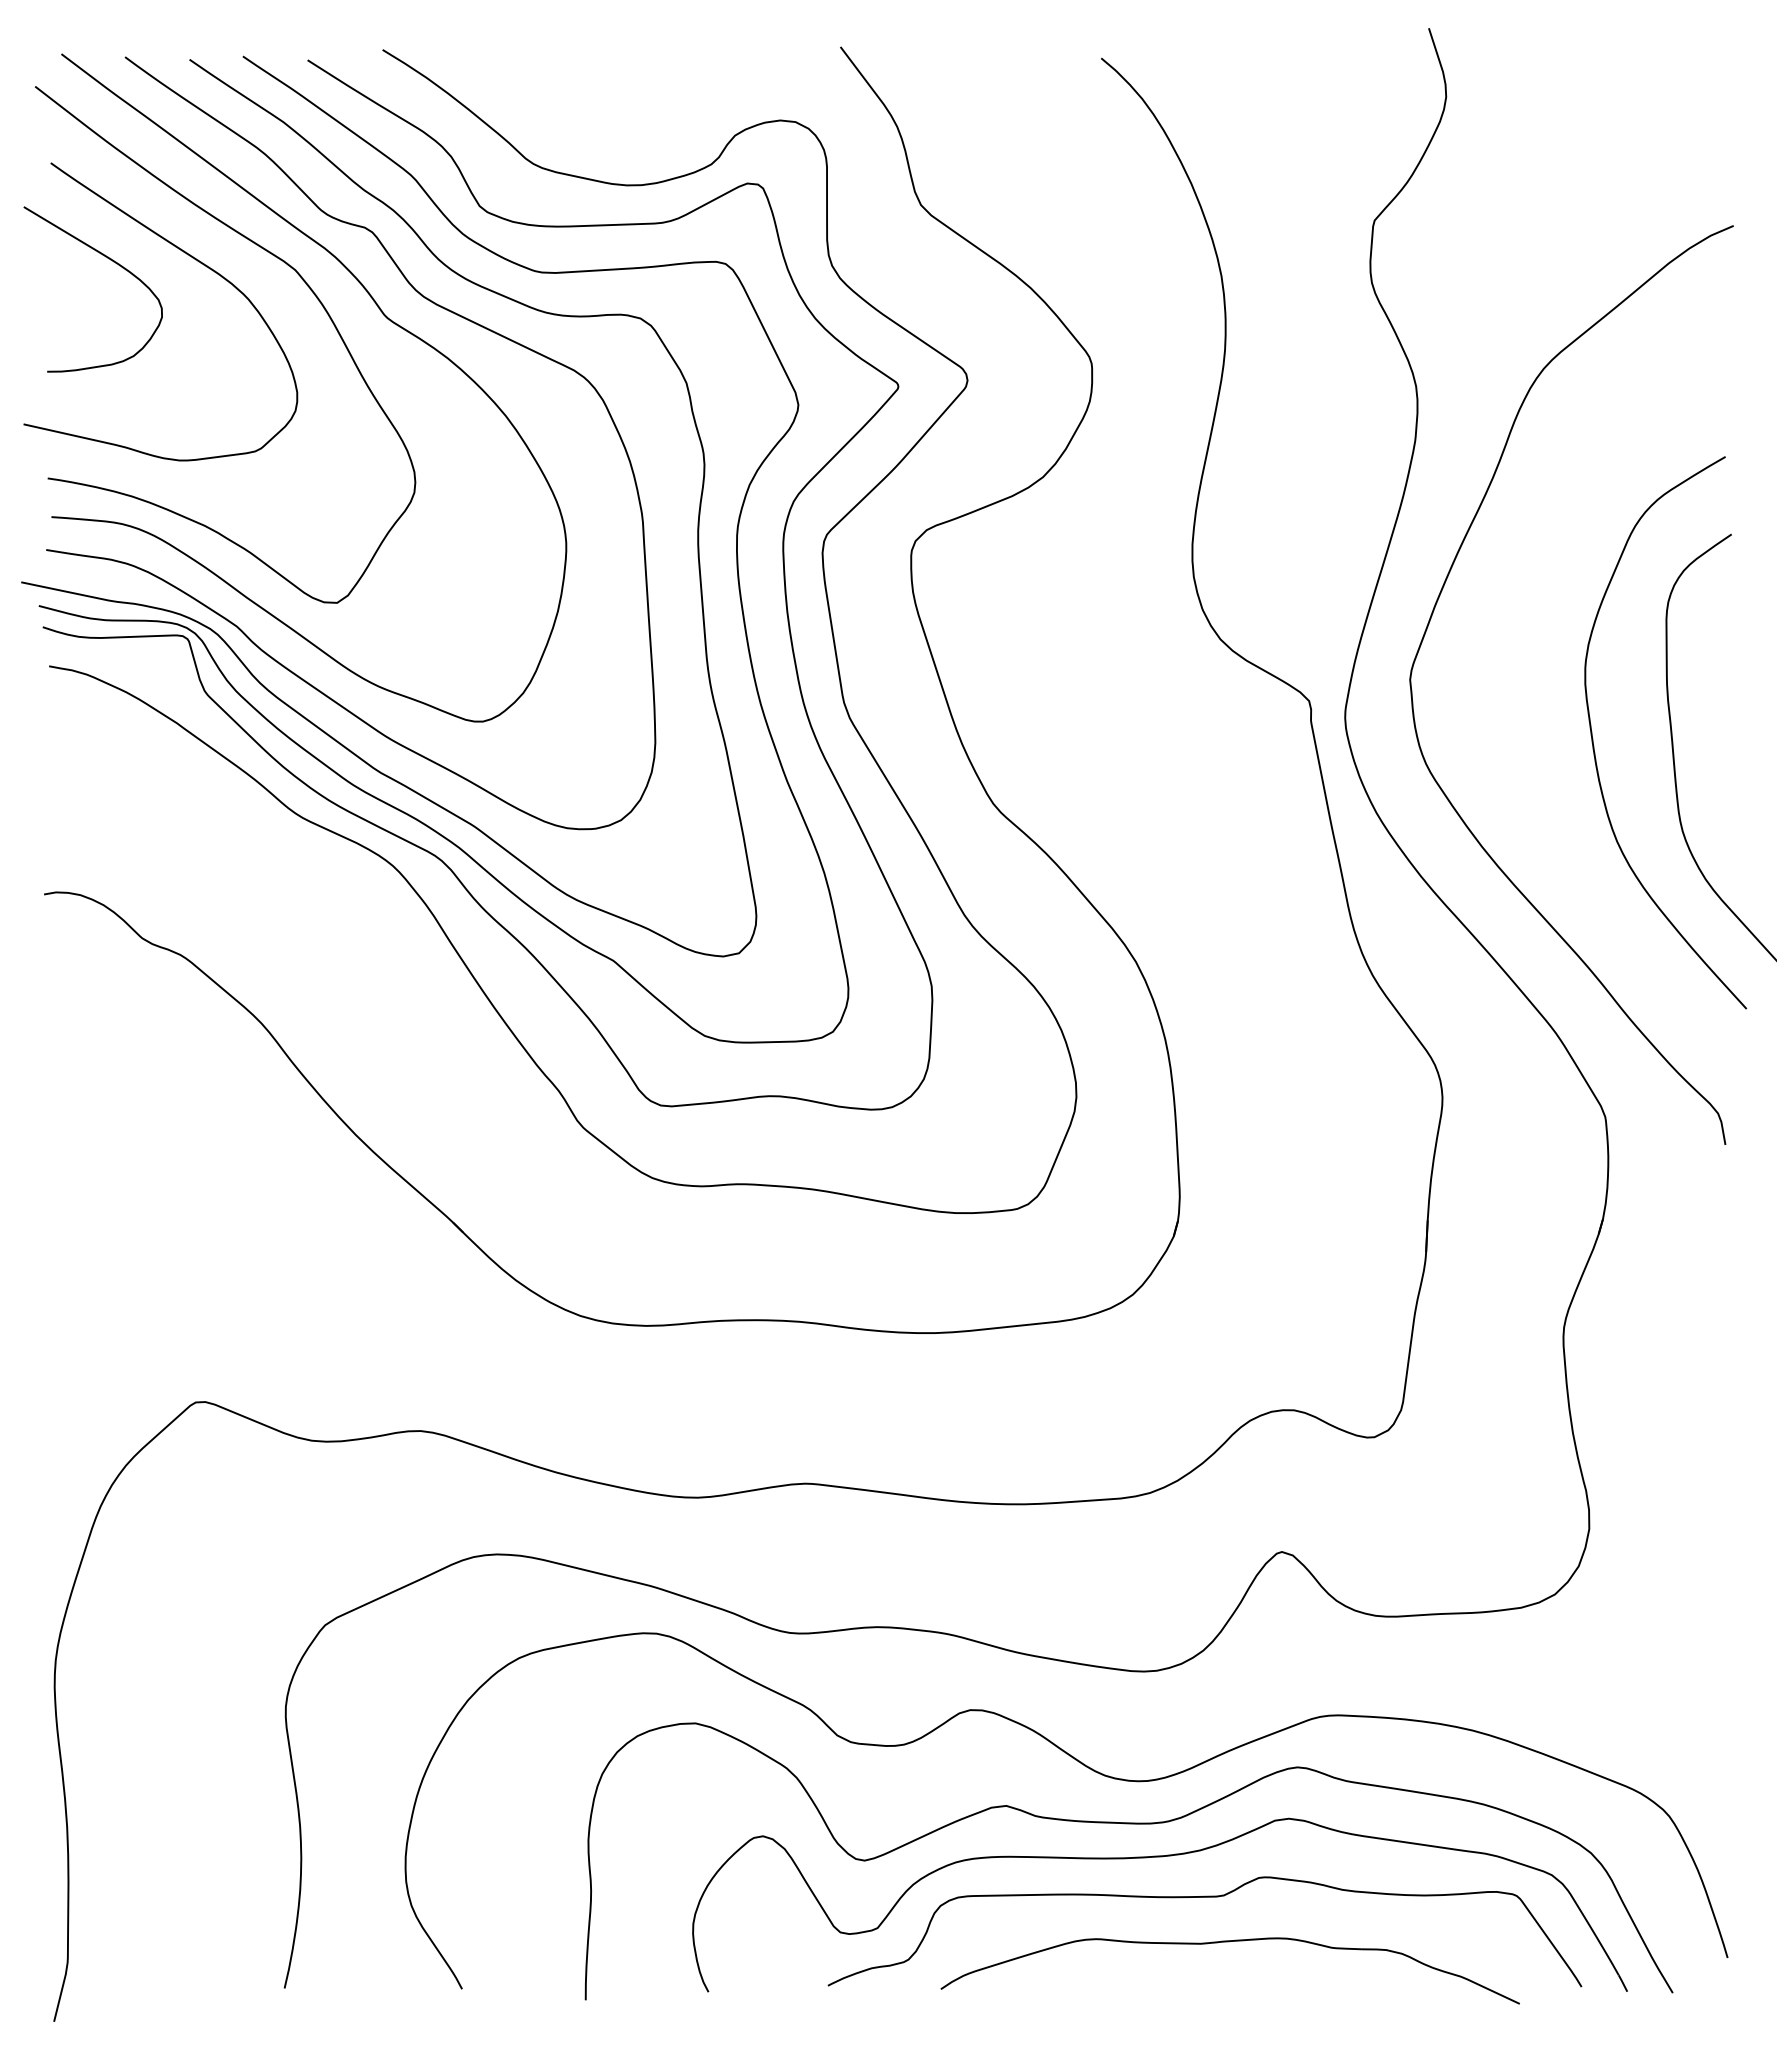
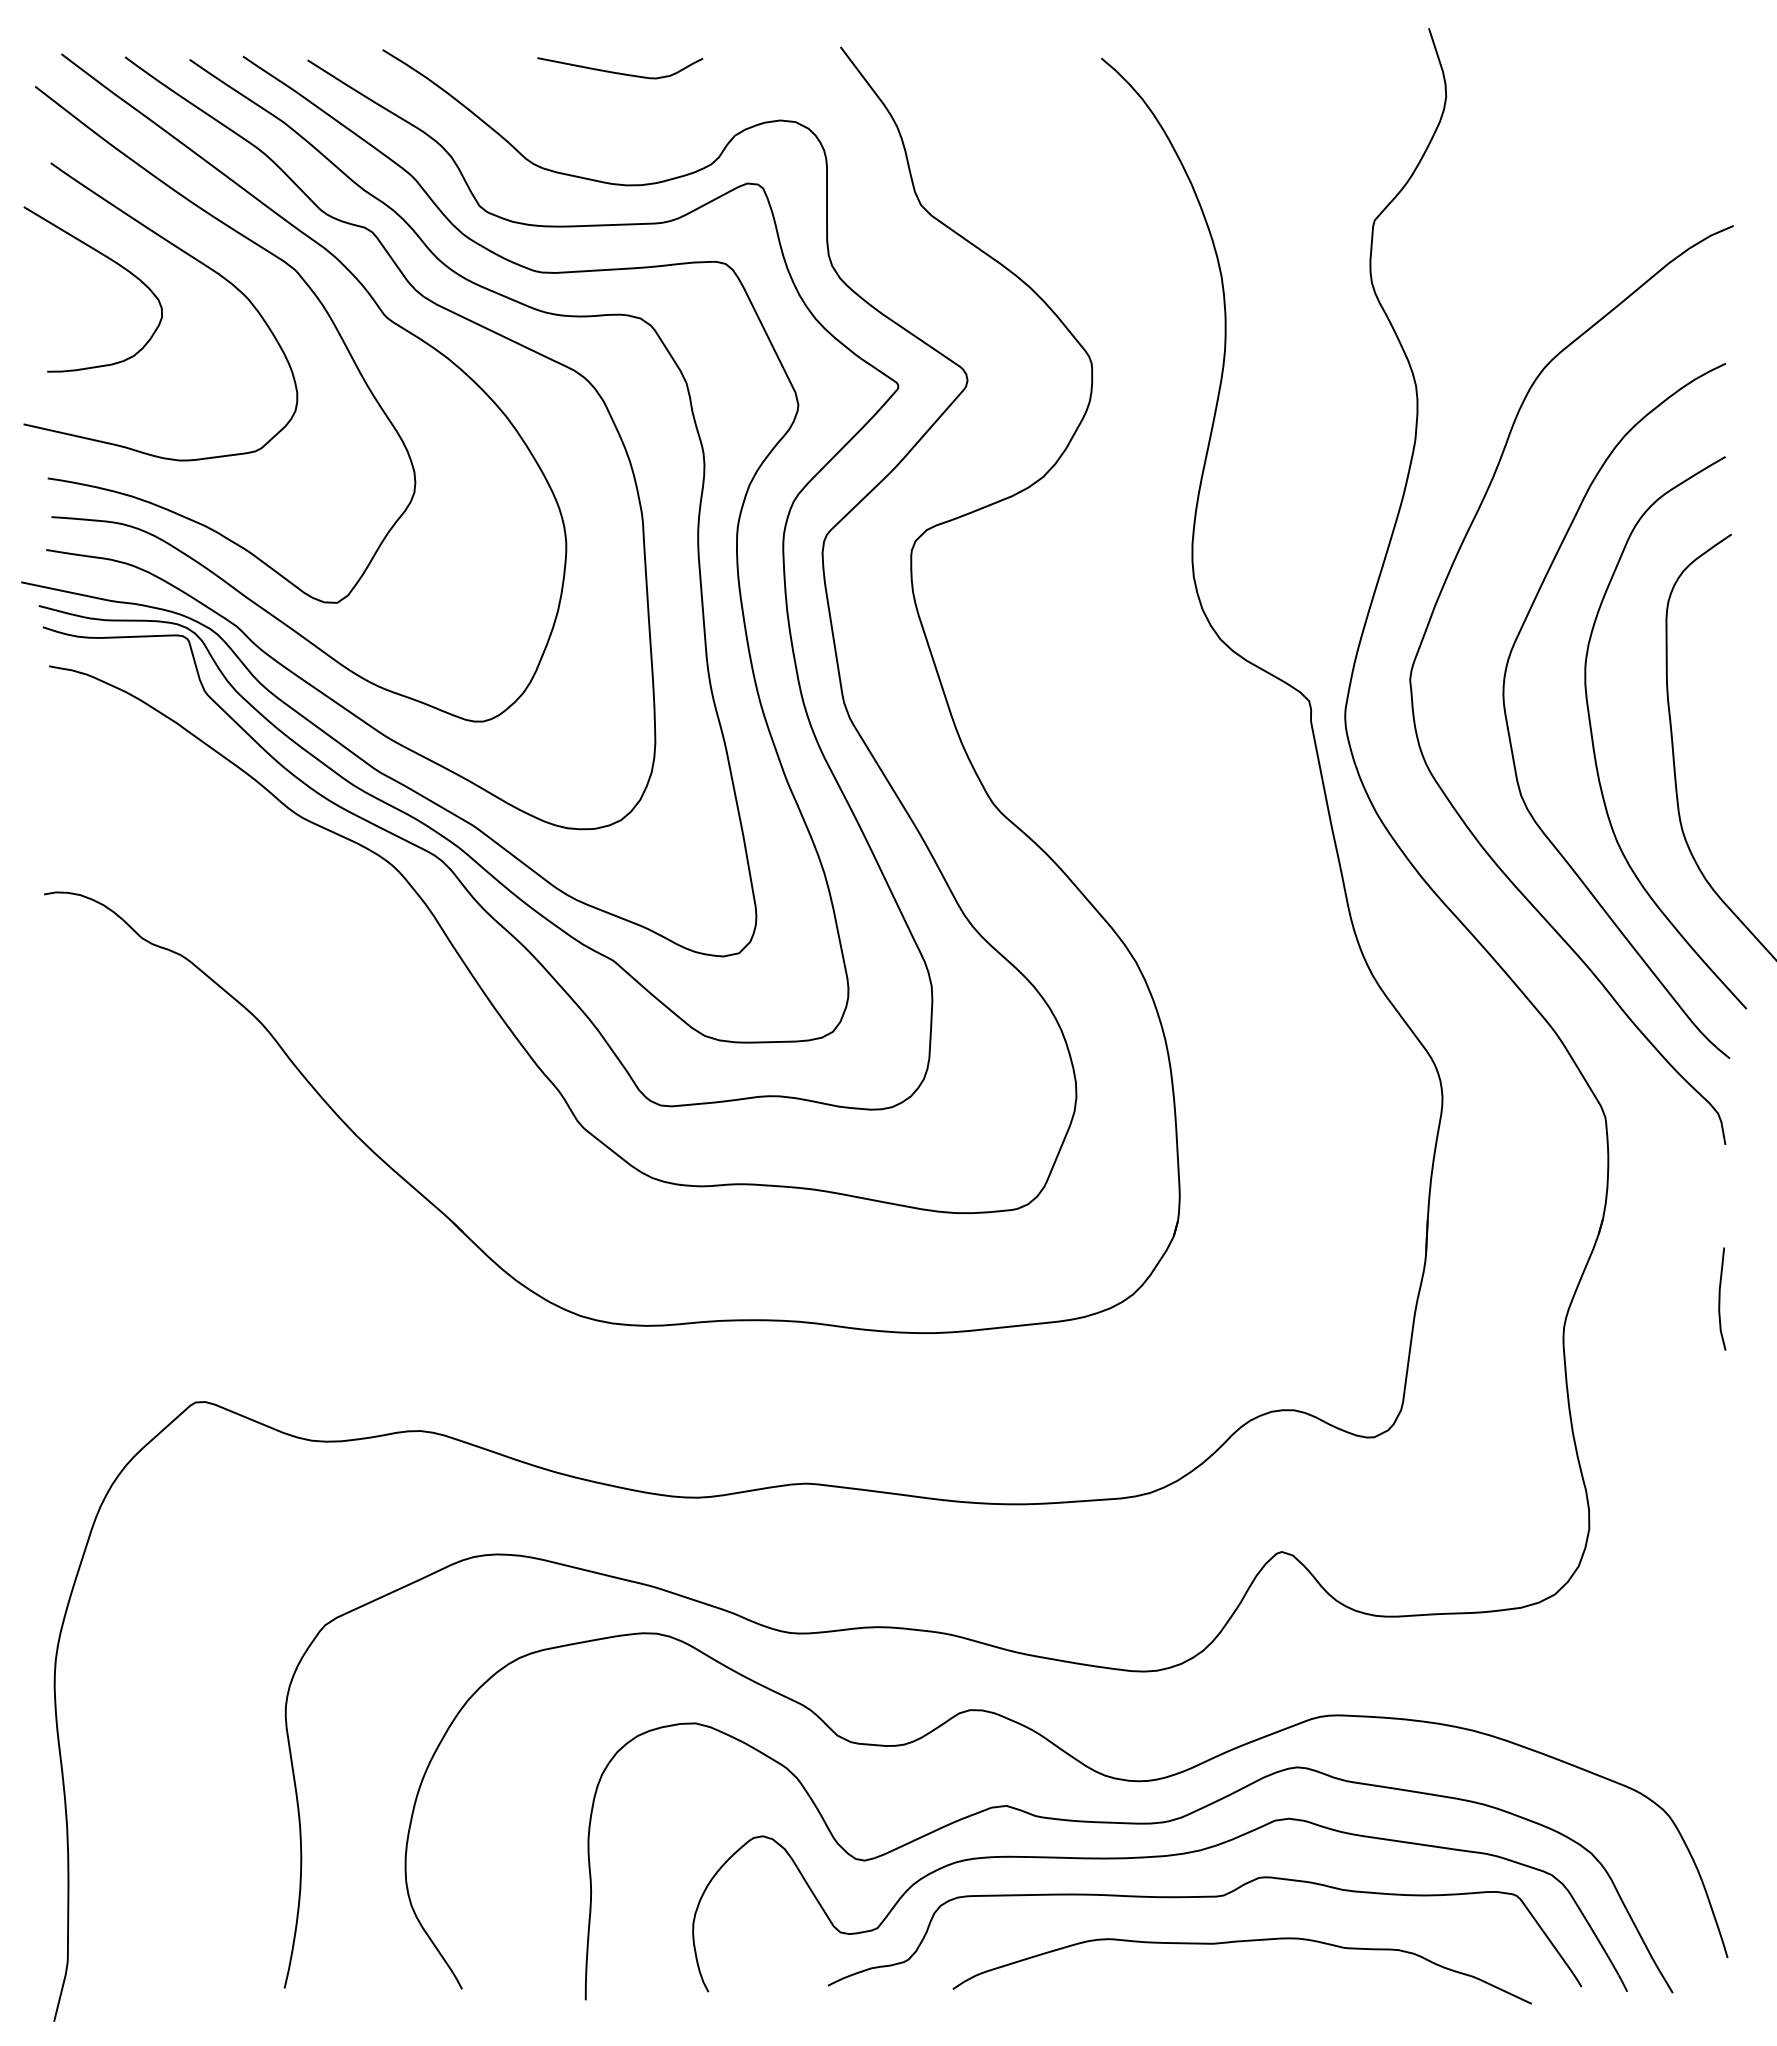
curve at (620, 72): none -> present
curve at (1509, 730): none -> present
curve at (1720, 1298): none -> present
part at (1229, 1942) position: (1229, 1942) -> (1241, 1942)
